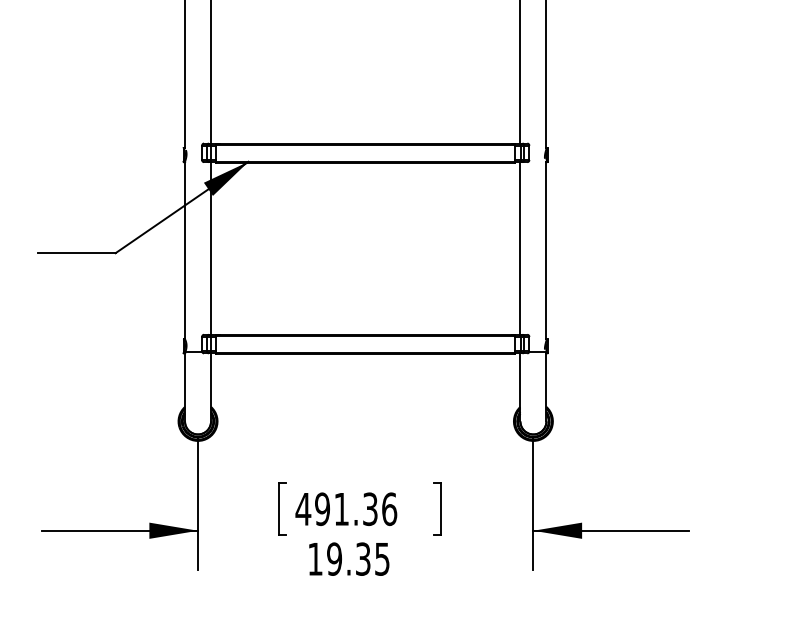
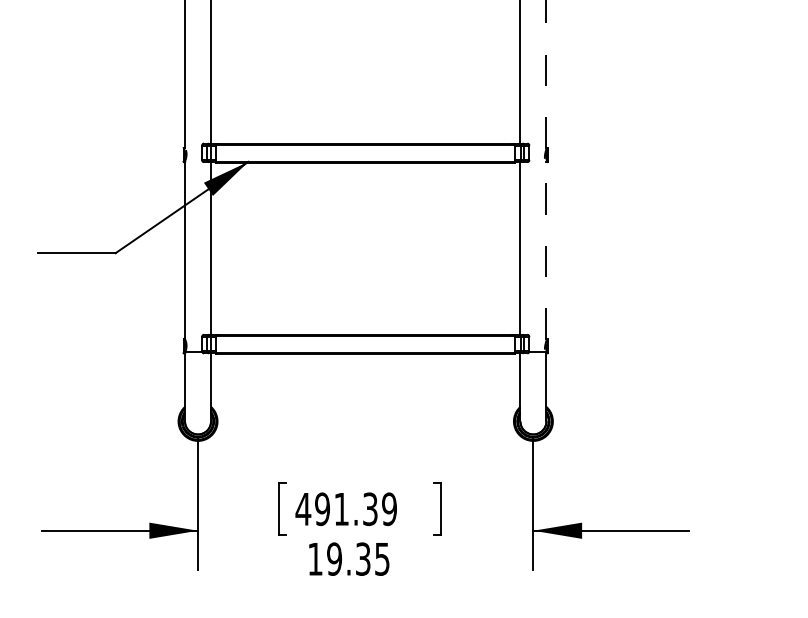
line at (546, 74): solid -> dashed
line at (546, 250): solid -> dashed
text at (389, 509): 491.36 -> 491.39
